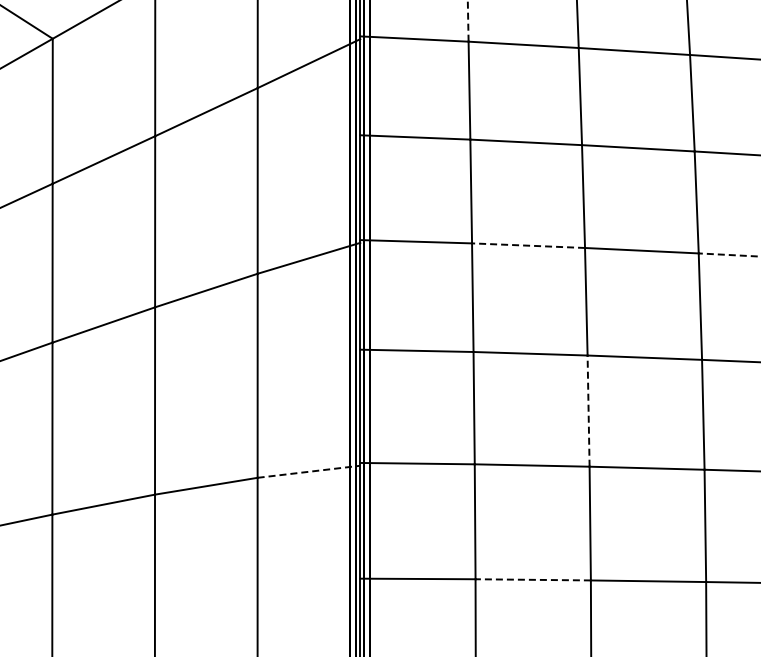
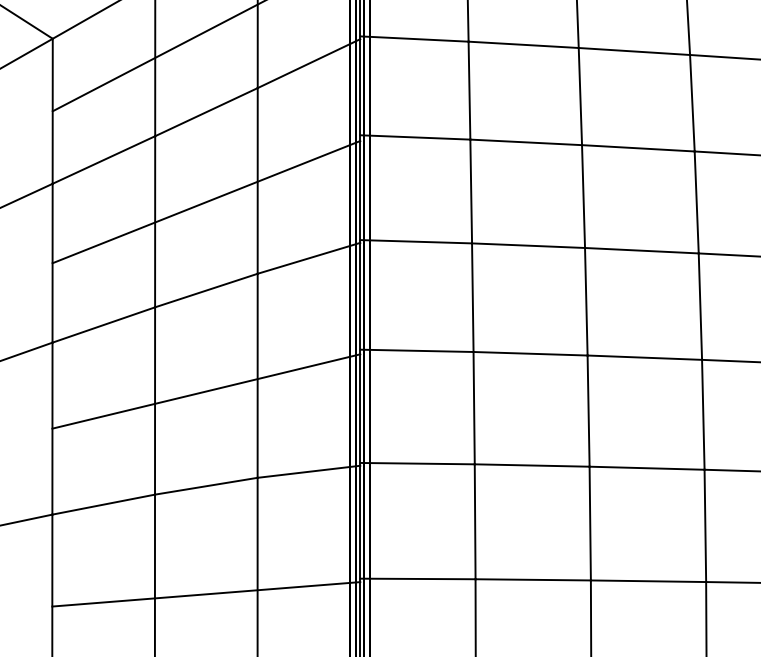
line at (468, 20): dashed -> solid
line at (157, 56): none -> present
line at (206, 202): none -> present
line at (528, 245): dashed -> solid
line at (729, 255): dashed -> solid
line at (206, 391): none -> present
line at (588, 411): dashed -> solid
line at (308, 471): dashed -> solid
line at (533, 579): dashed -> solid
line at (206, 594): none -> present
